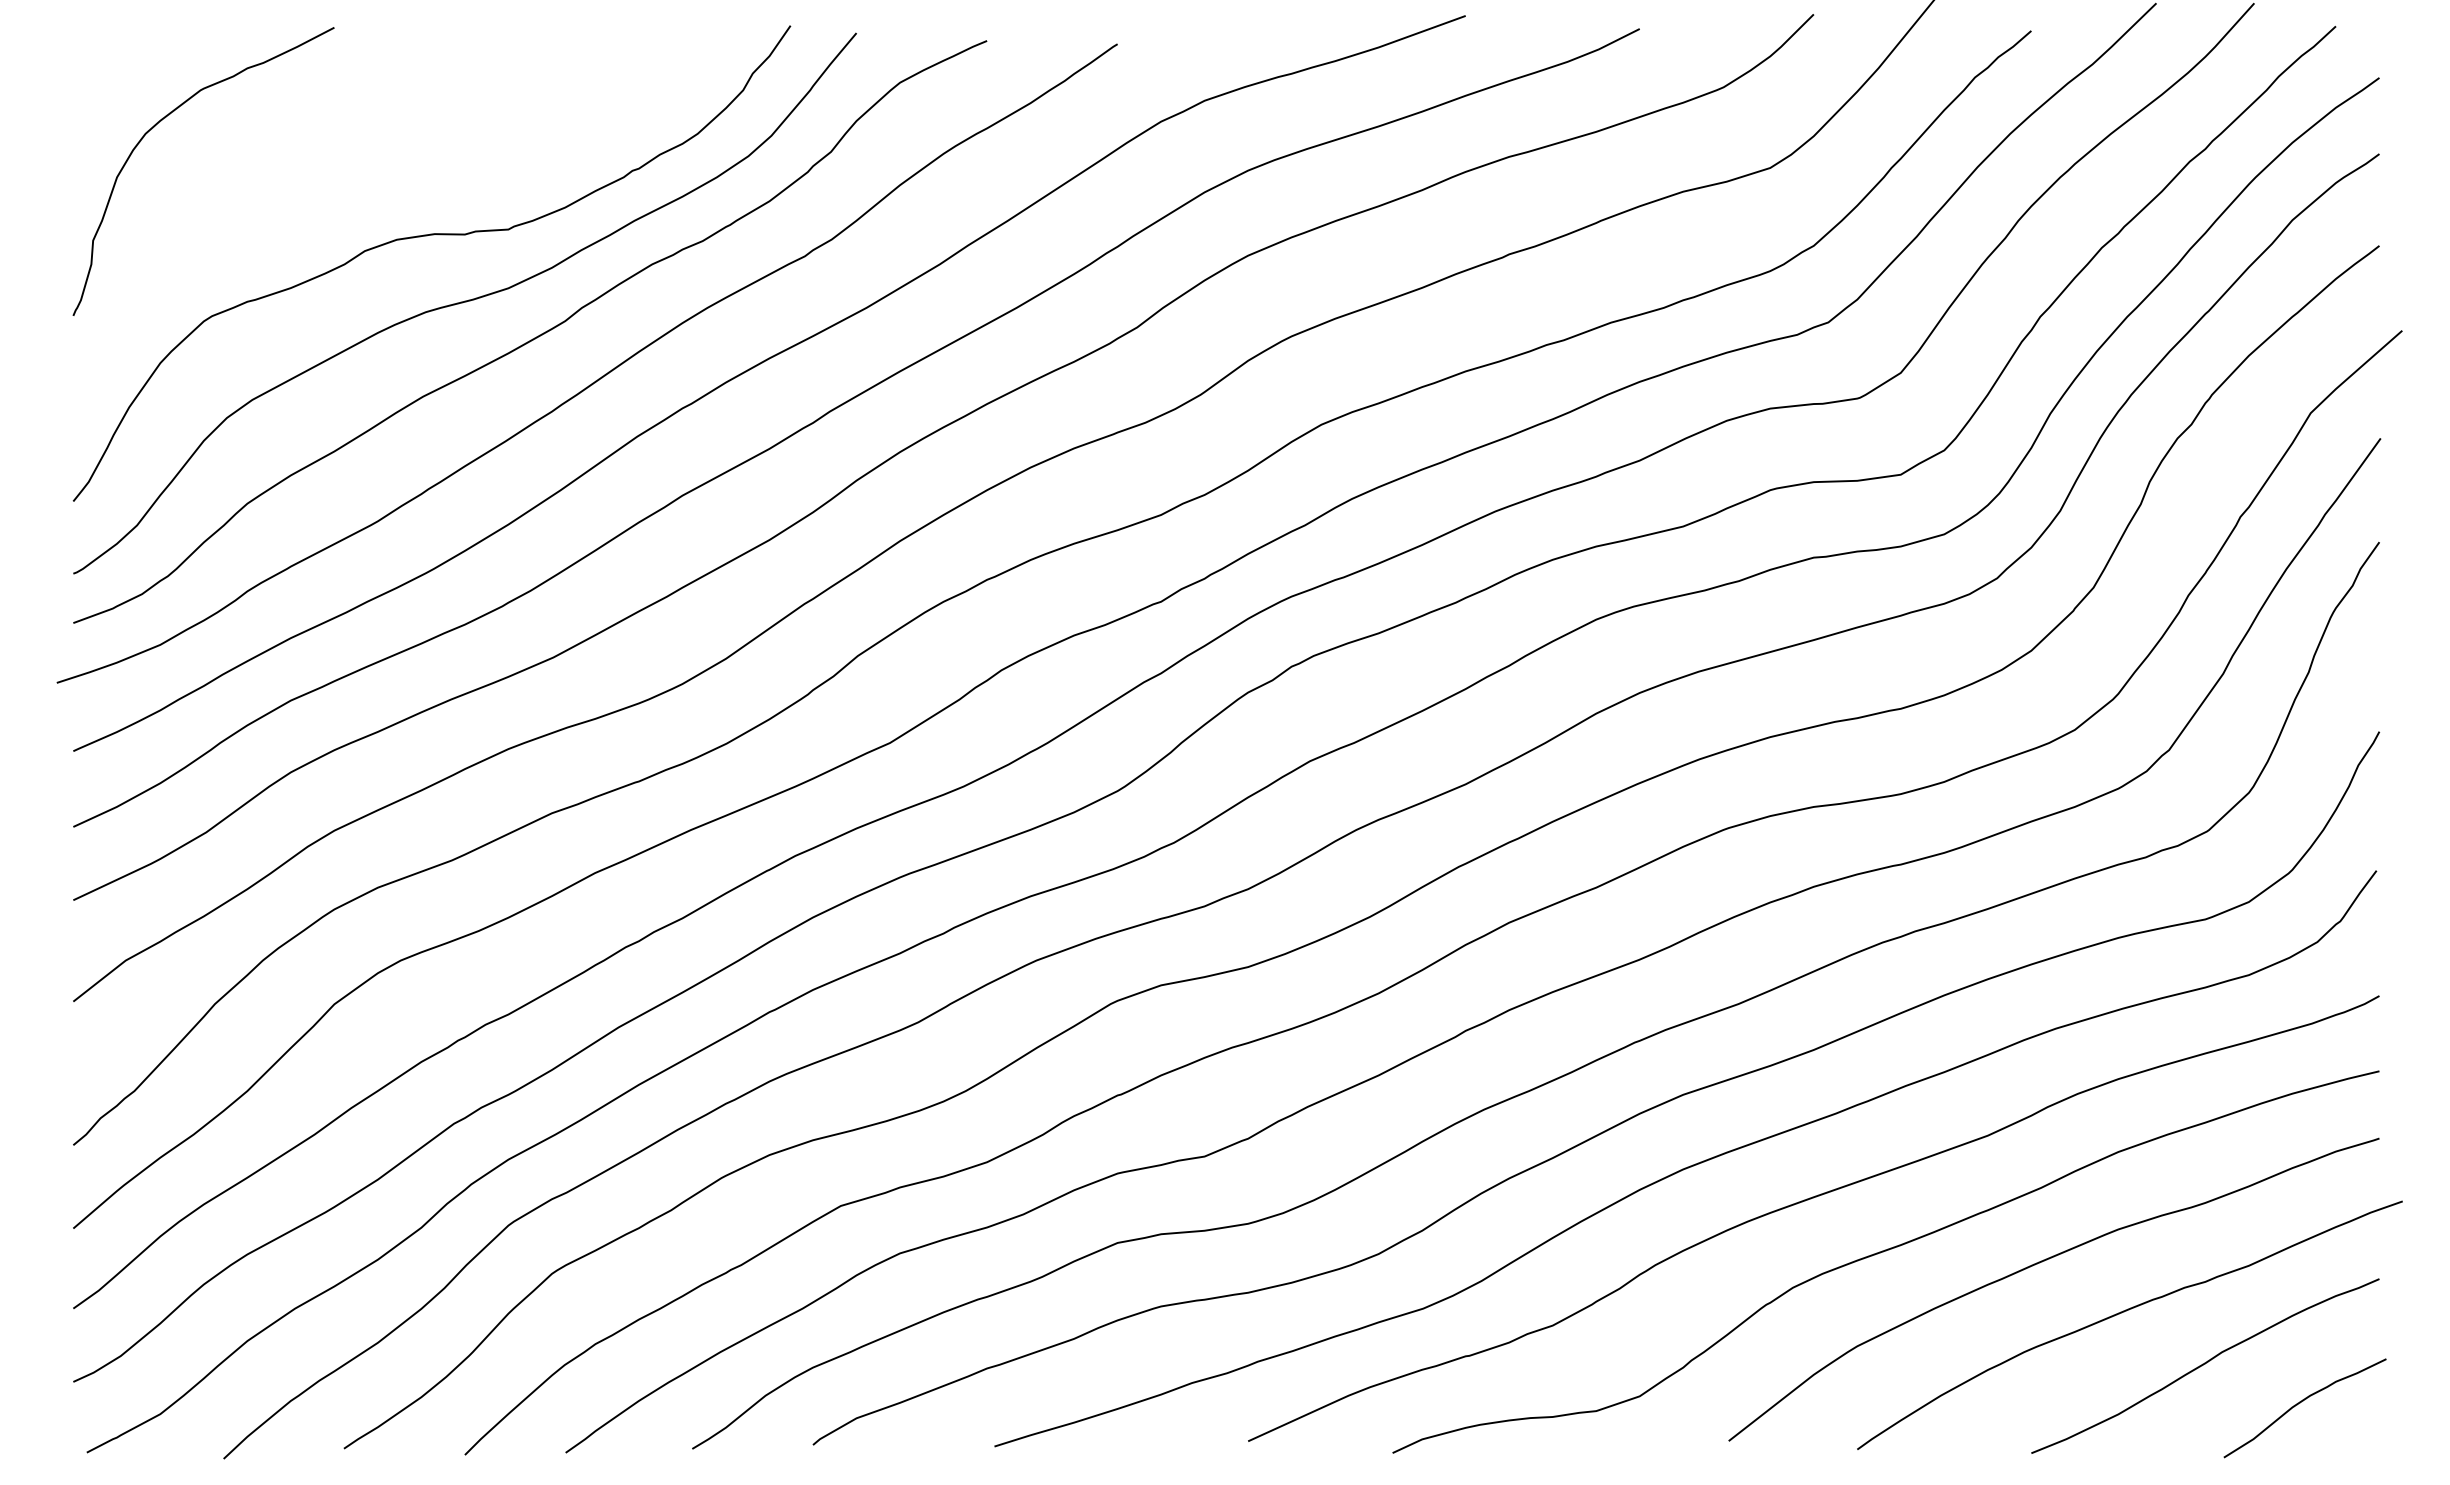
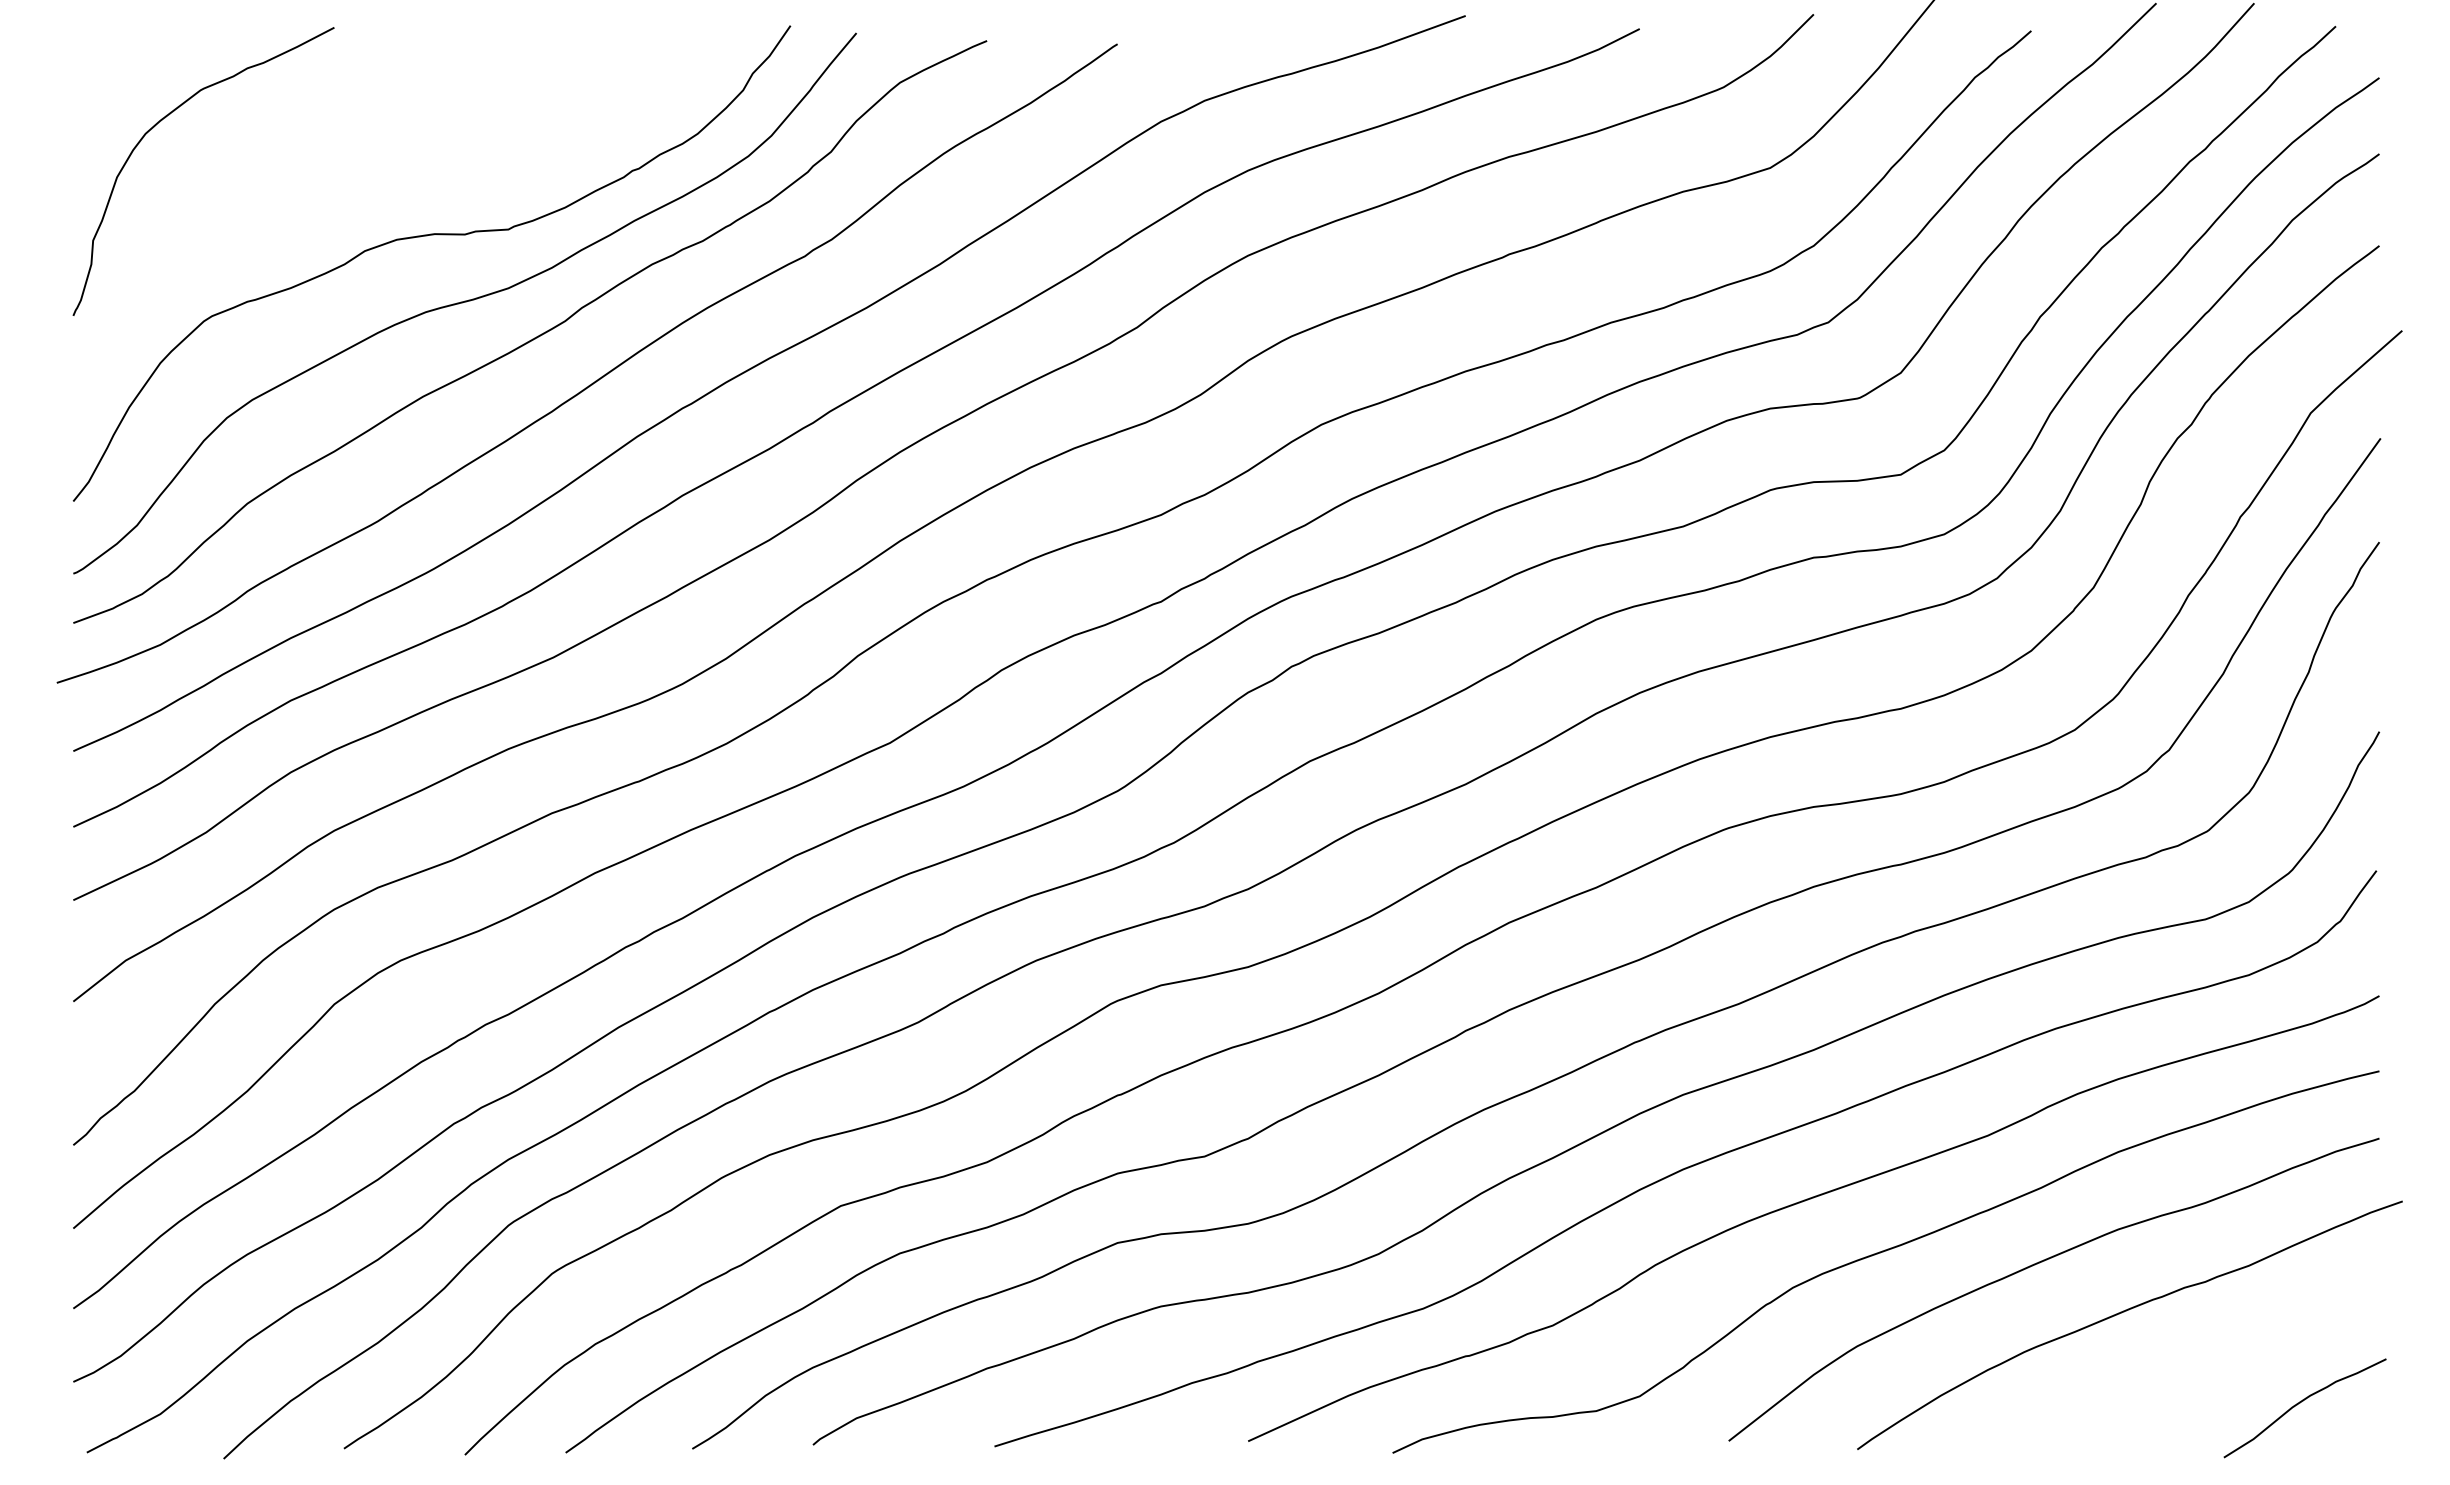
curve at (2205, 1364): present -> none
